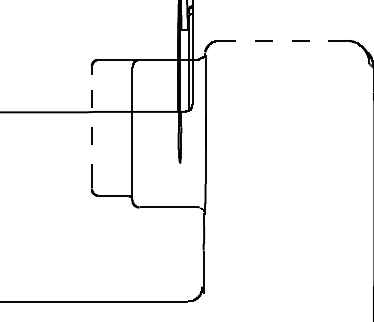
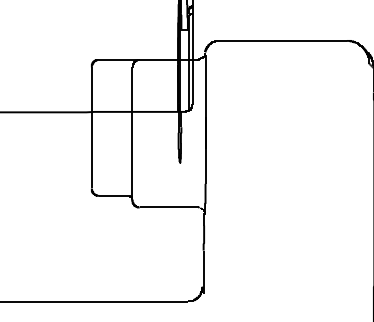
line at (283, 40): dashed -> solid
line at (91, 128): dashed -> solid
